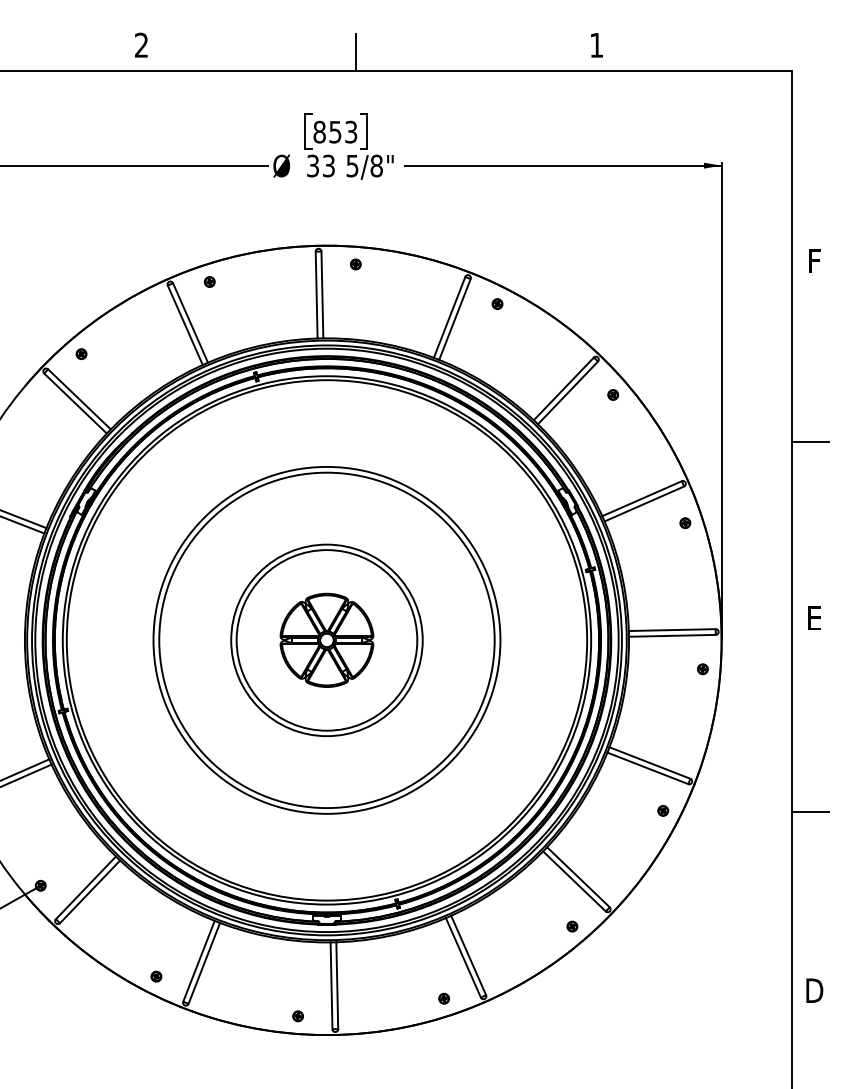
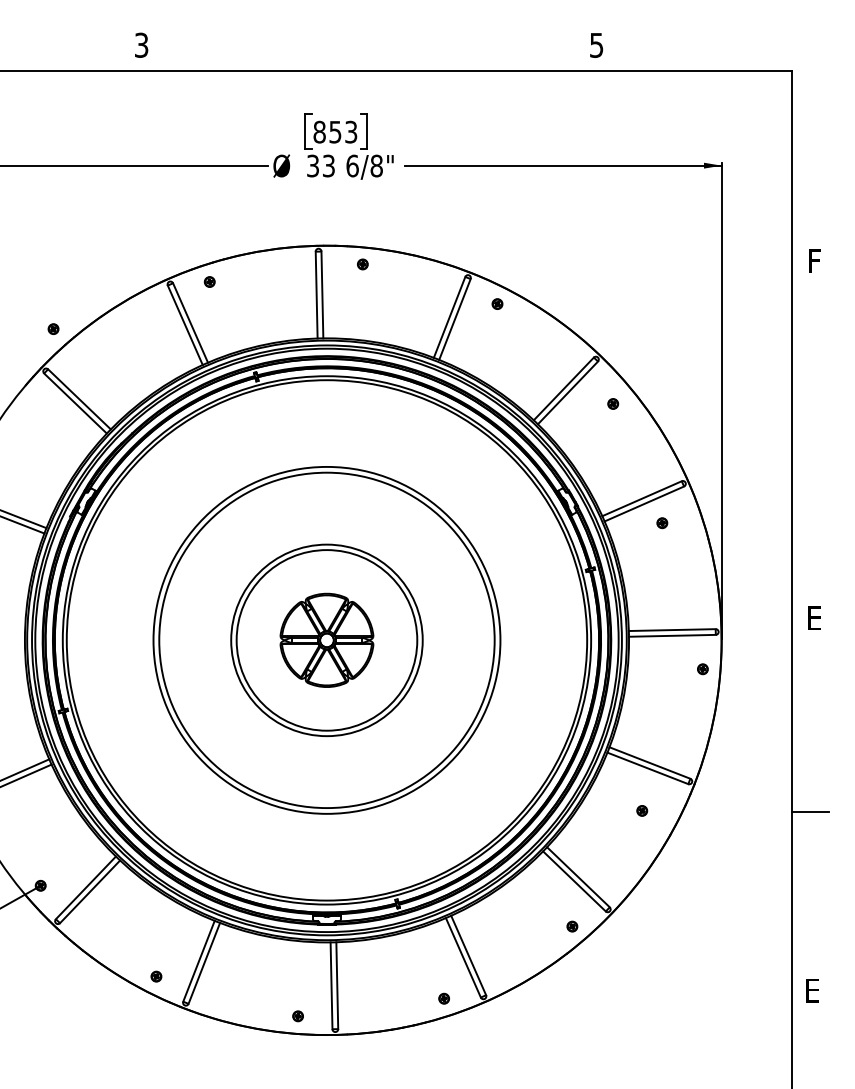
text at (141, 45): 2 -> 3
text at (596, 45): 1 -> 5
line at (355, 52): present -> none
text at (352, 165): 5/8" -> 6/8"
part at (355, 264) position: (355, 264) -> (362, 264)
part at (81, 353) position: (81, 353) -> (53, 328)
part at (613, 394) position: (613, 394) -> (613, 403)
line at (810, 441): present -> none
part at (685, 523) position: (685, 523) -> (662, 523)
part at (663, 810) position: (663, 810) -> (642, 810)
text at (814, 990): D -> E
